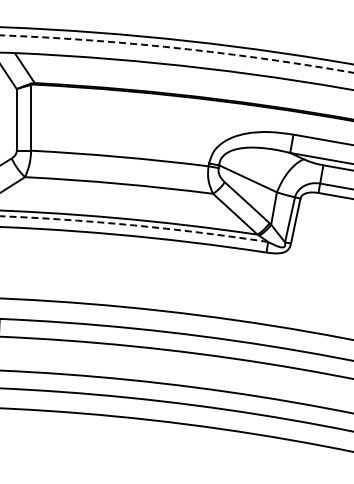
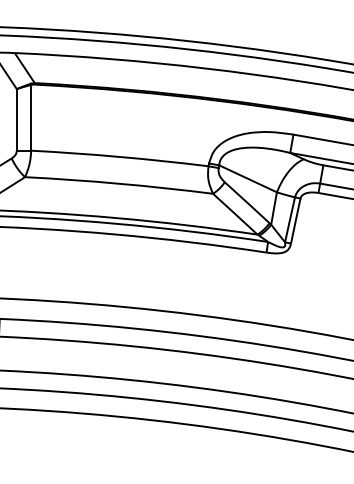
arc at (177, 48): dashed -> solid
arc at (134, 225): dashed -> solid
